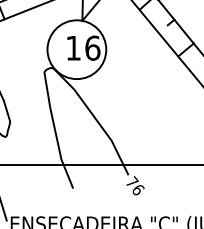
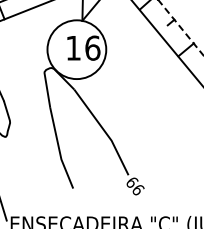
line at (181, 28): solid -> dashed
line at (101, 165): present -> none
text at (132, 181): 76 -> 66
